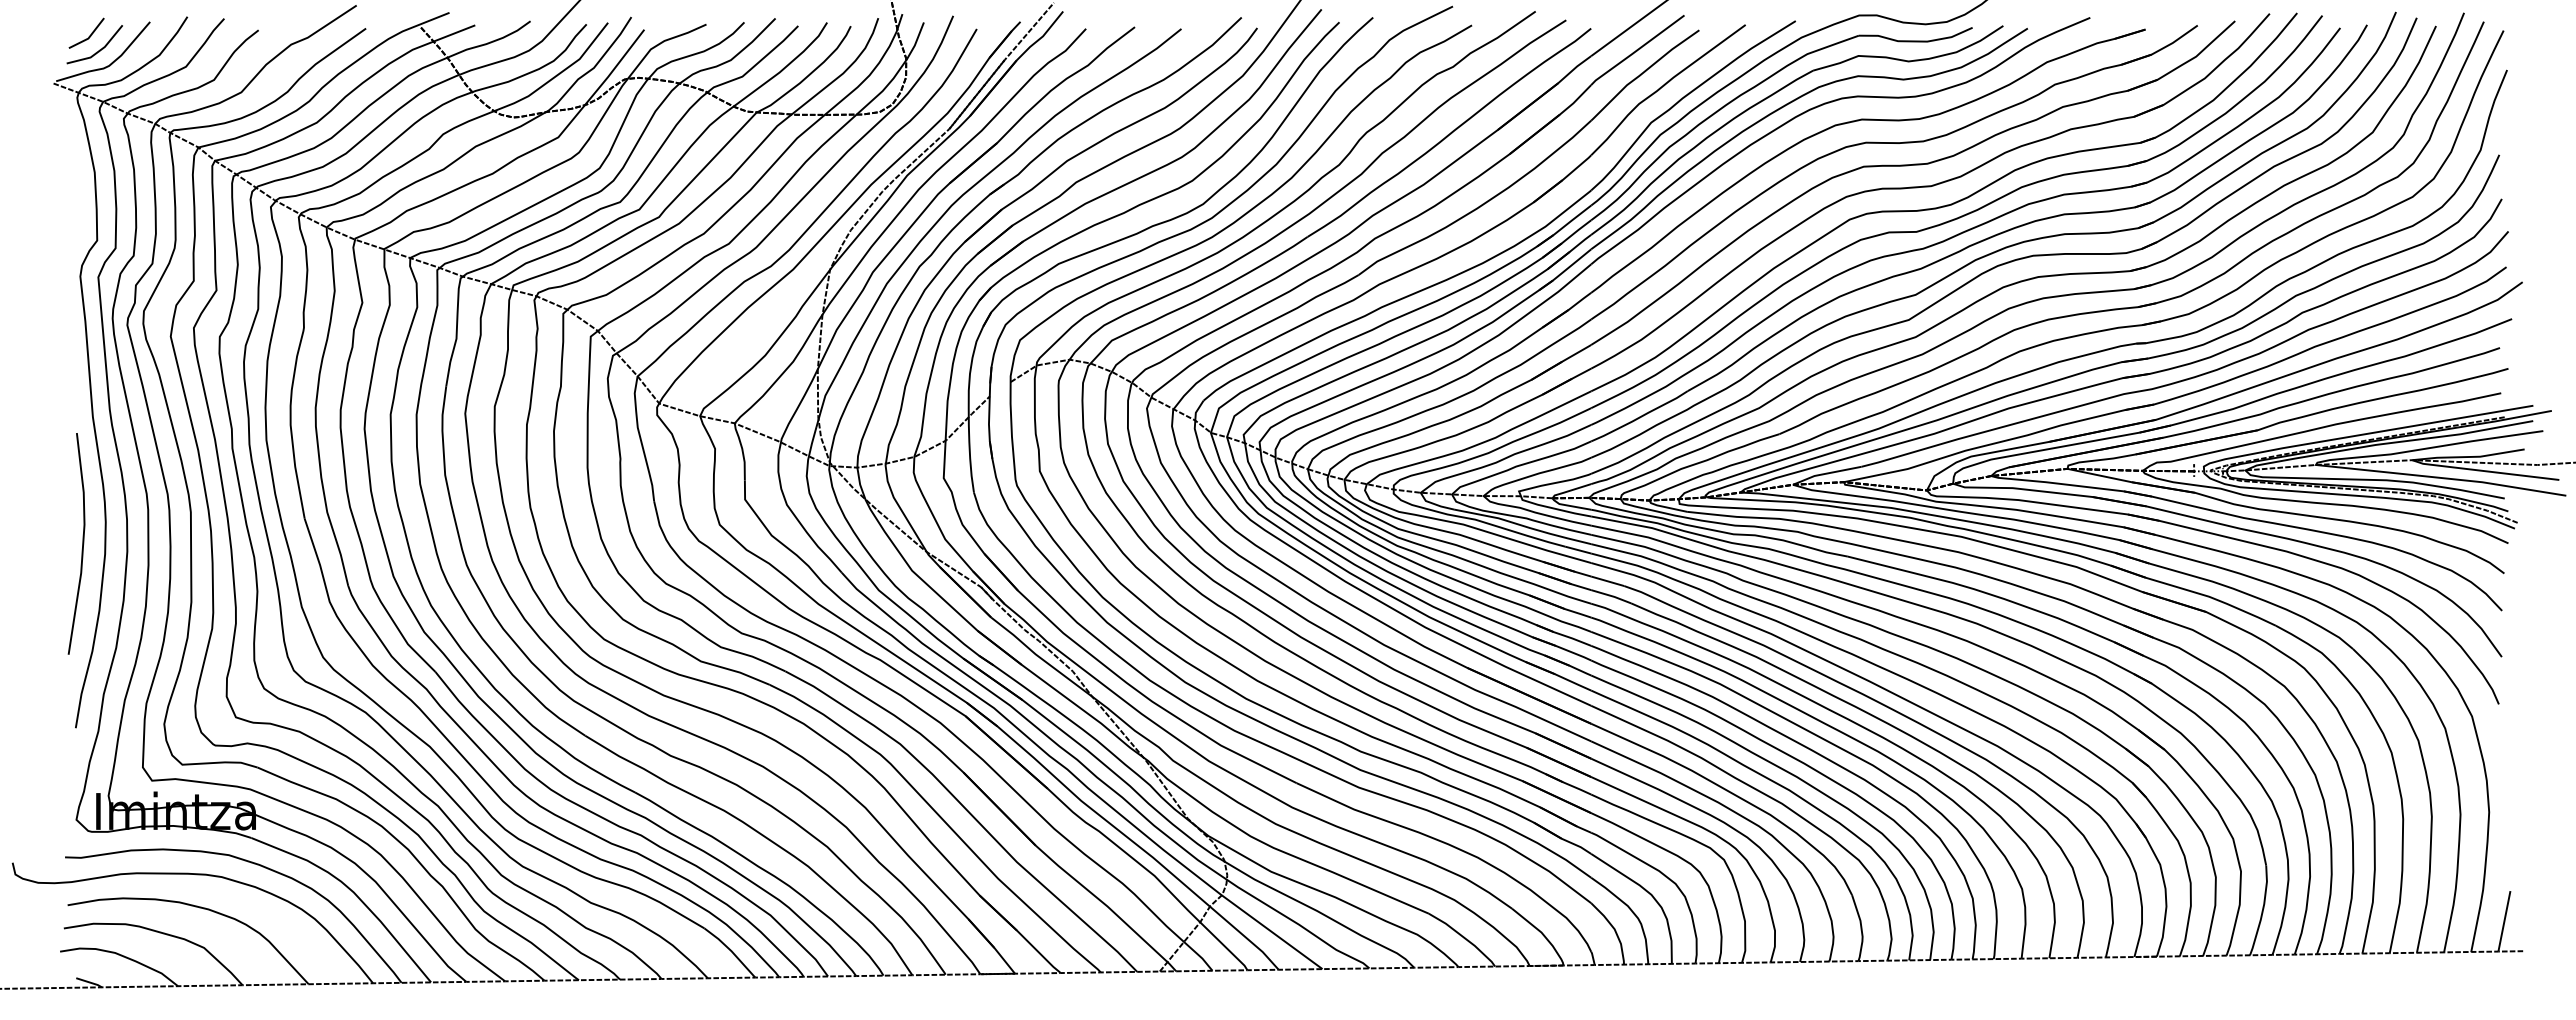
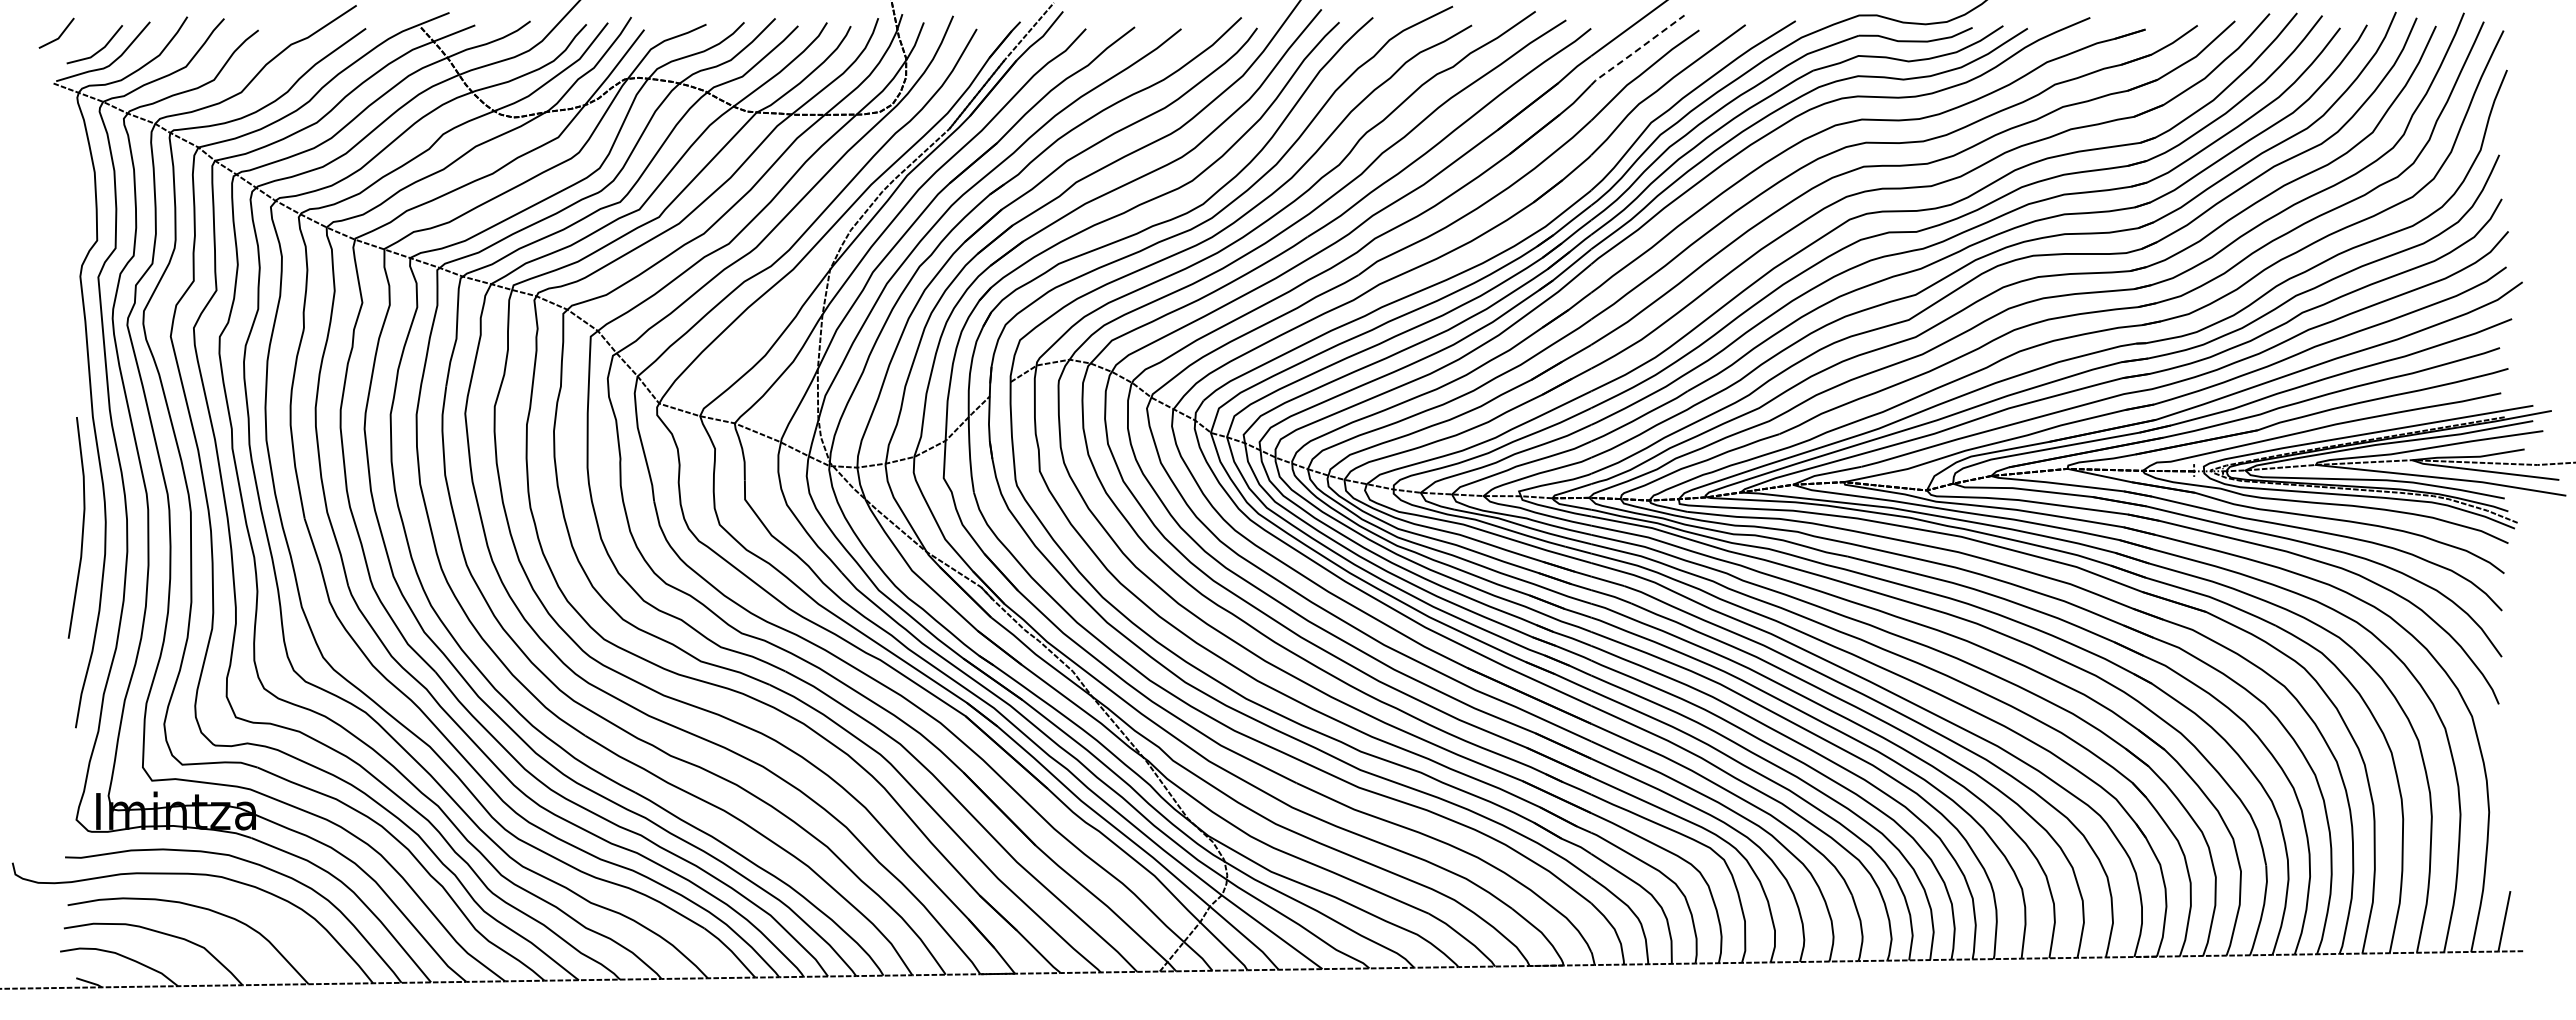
line at (89, 35) position: (89, 35) -> (59, 35)
line at (1636, 50): solid -> dashed
line at (82, 543) position: (82, 543) -> (82, 527)
